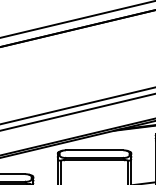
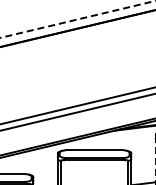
line at (77, 19): solid -> dashed
line at (155, 162): solid -> dashed
